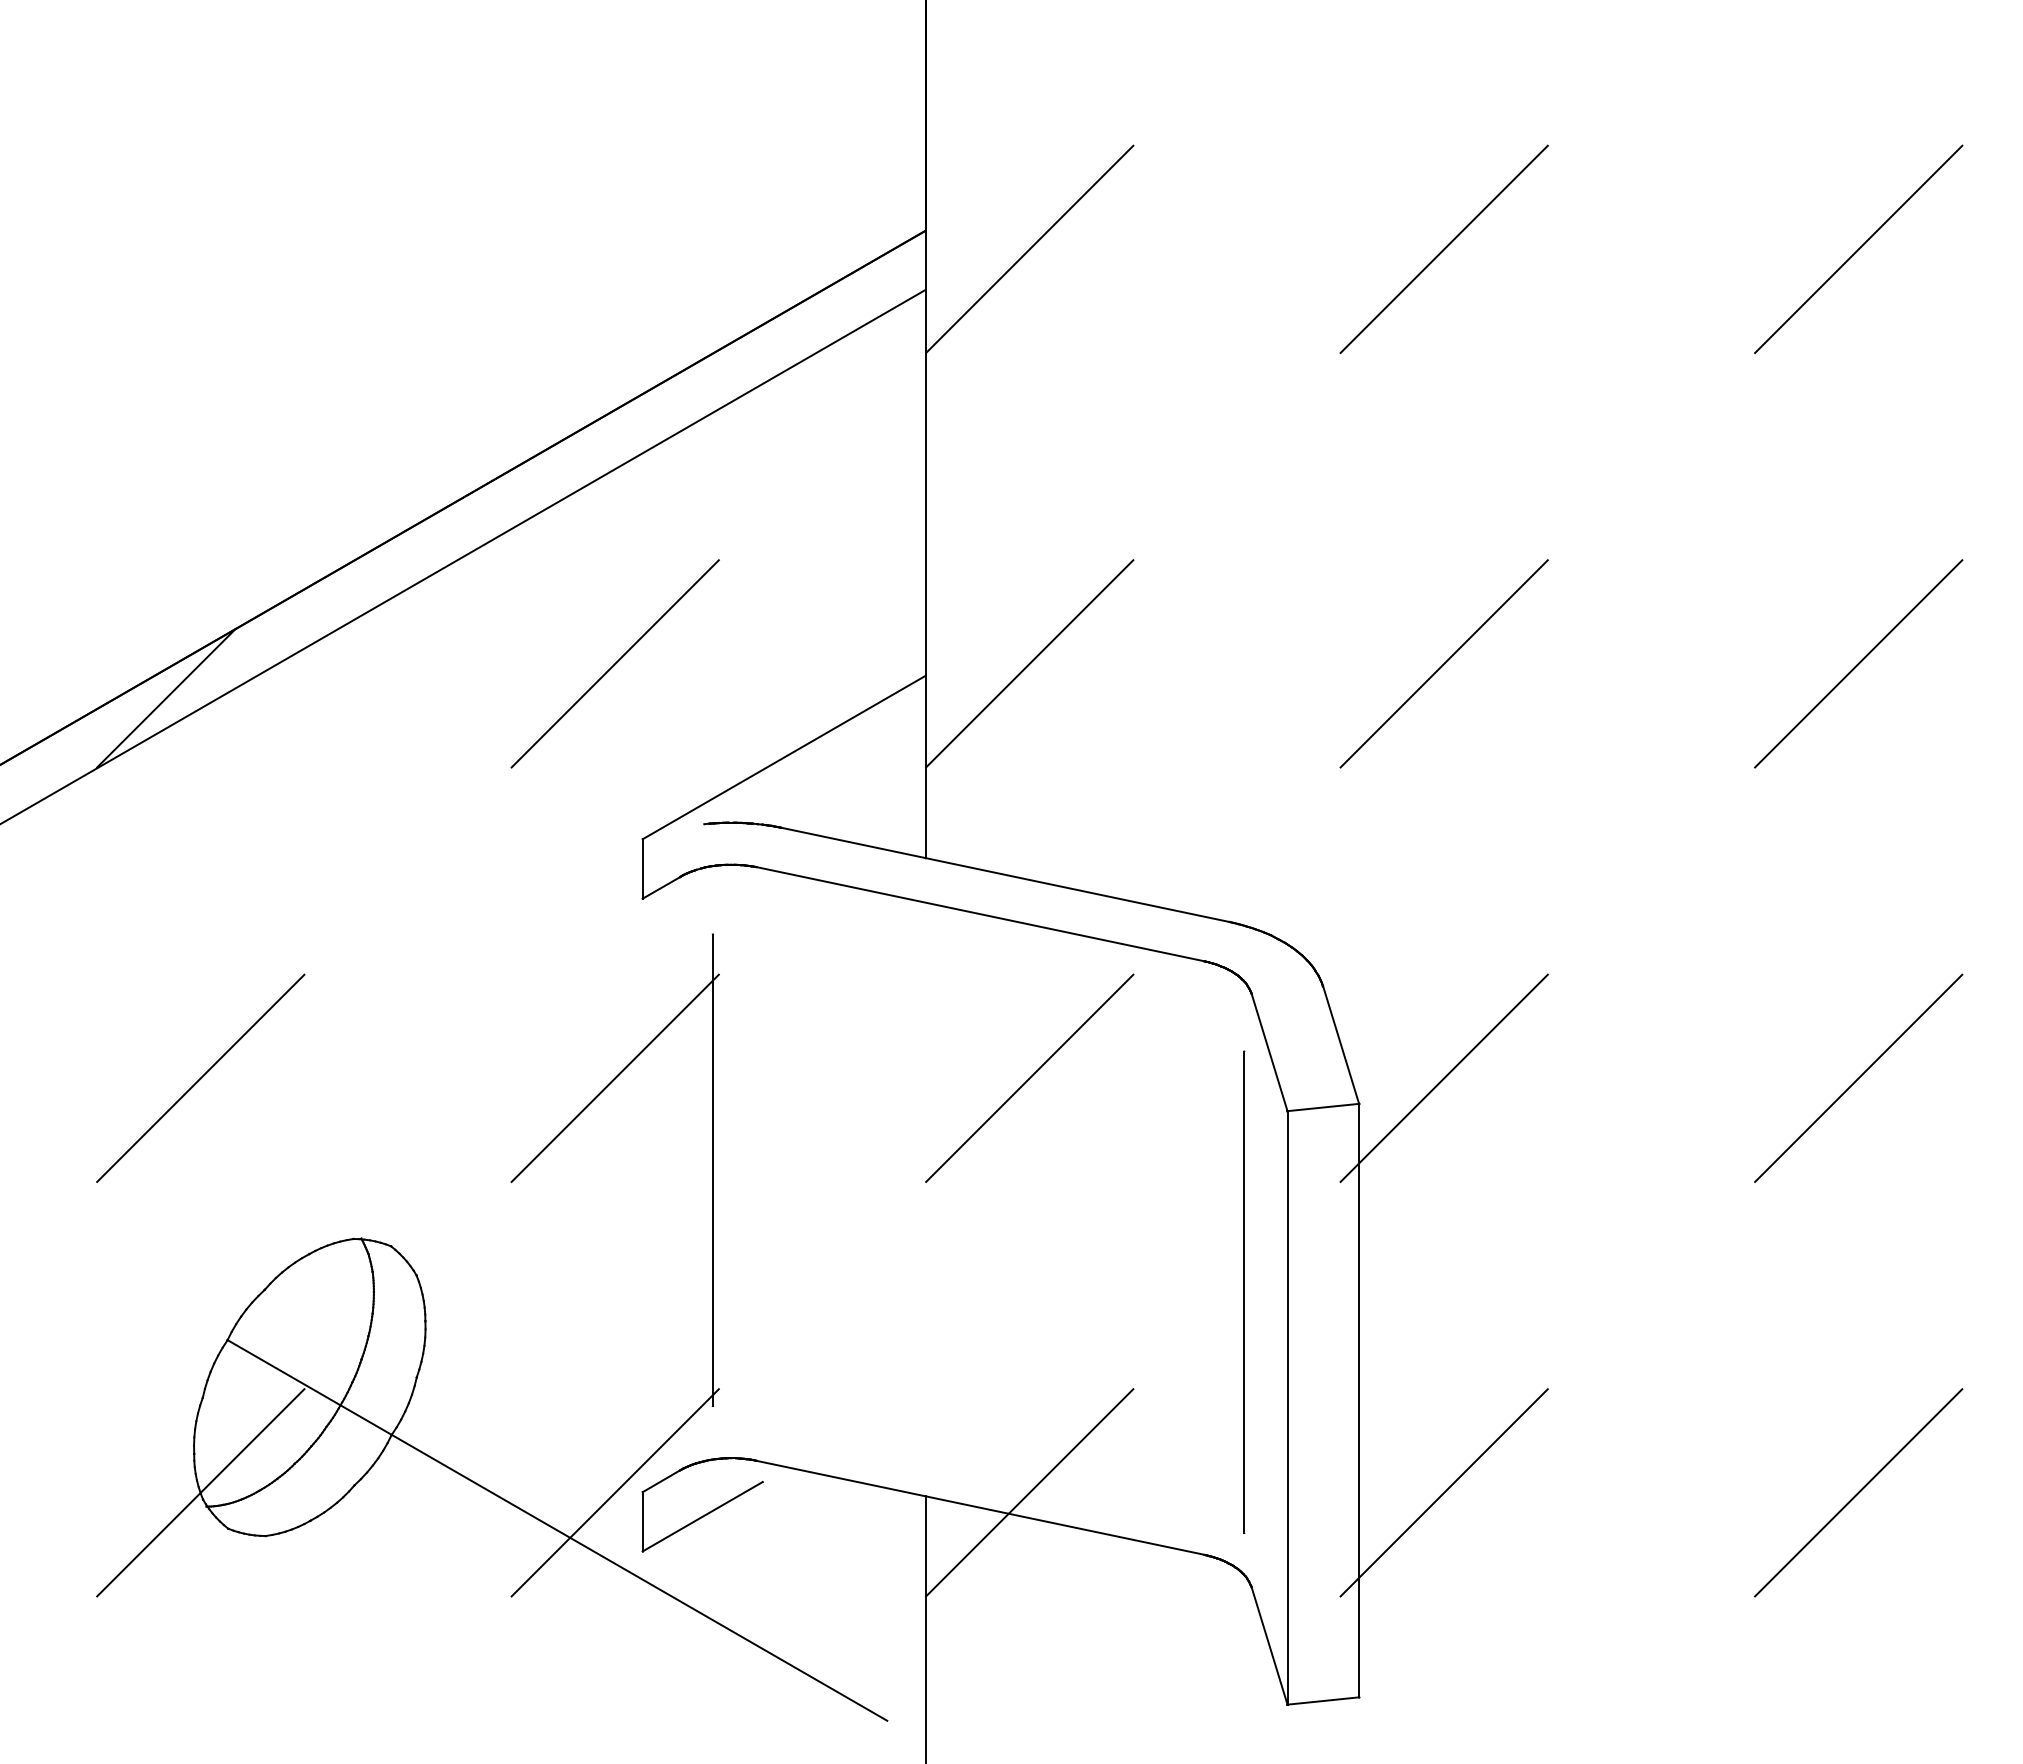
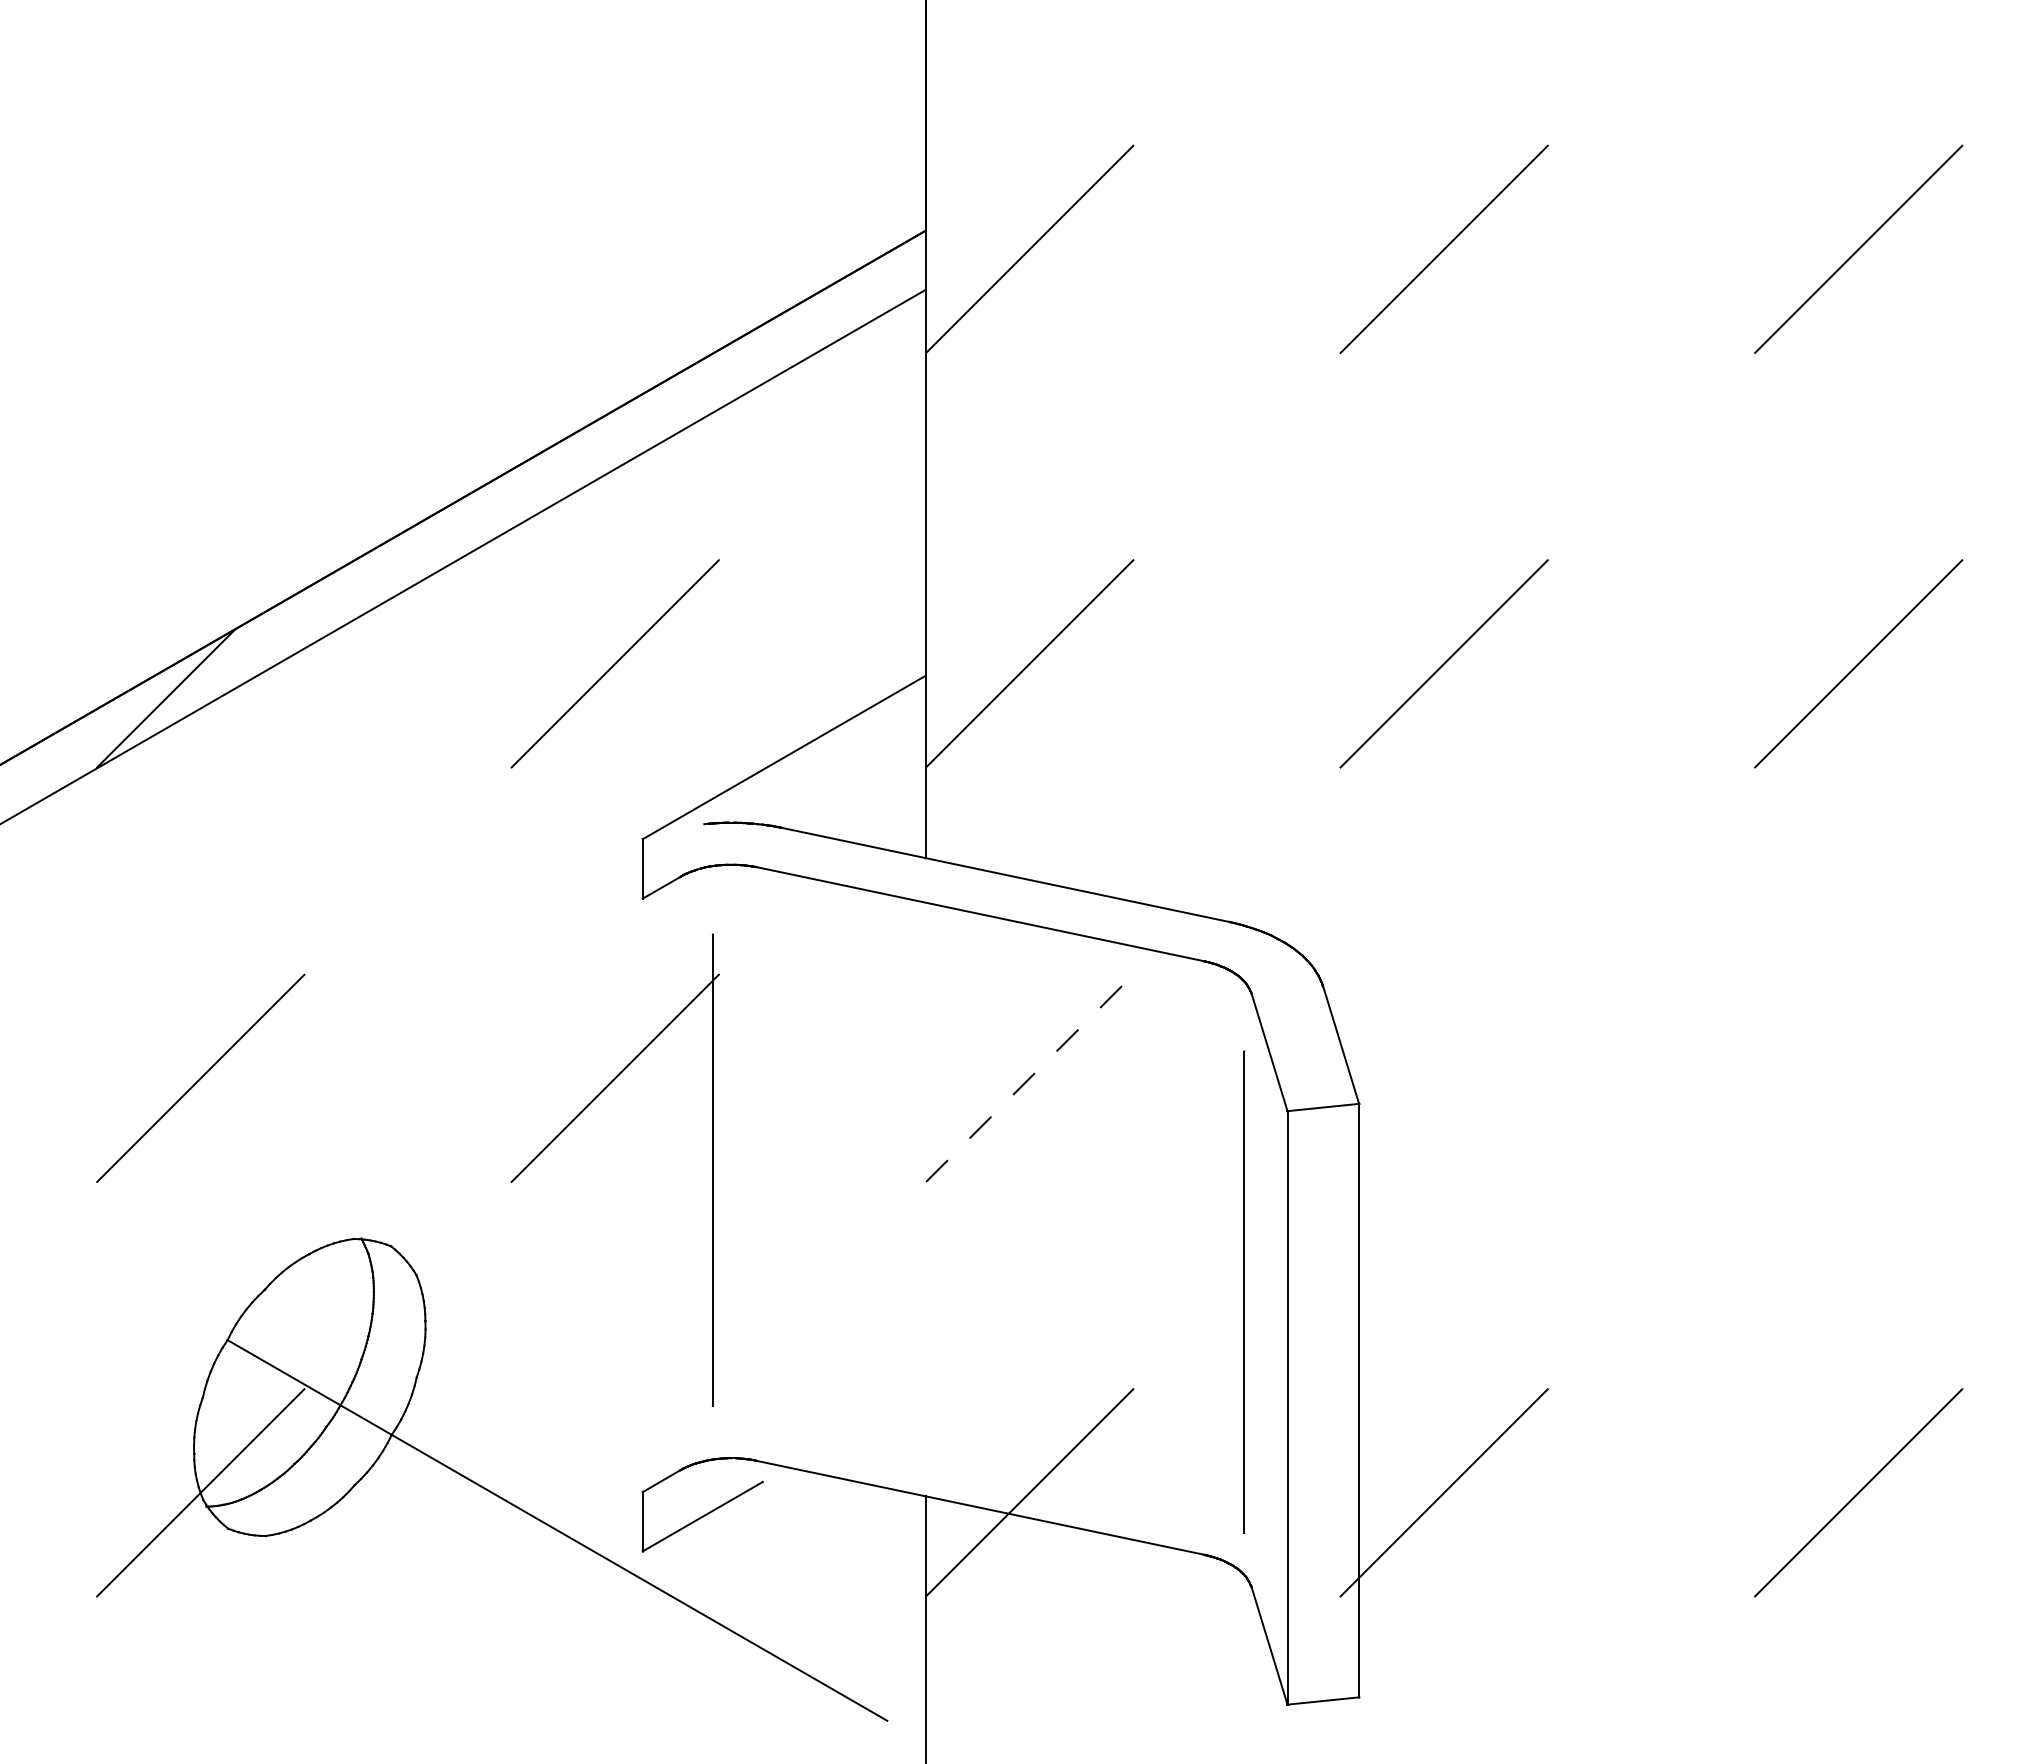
line at (1443, 1077): present -> none
line at (1858, 1077): present -> none
line at (1029, 1078): solid -> dashed
line at (614, 1492): present -> none
